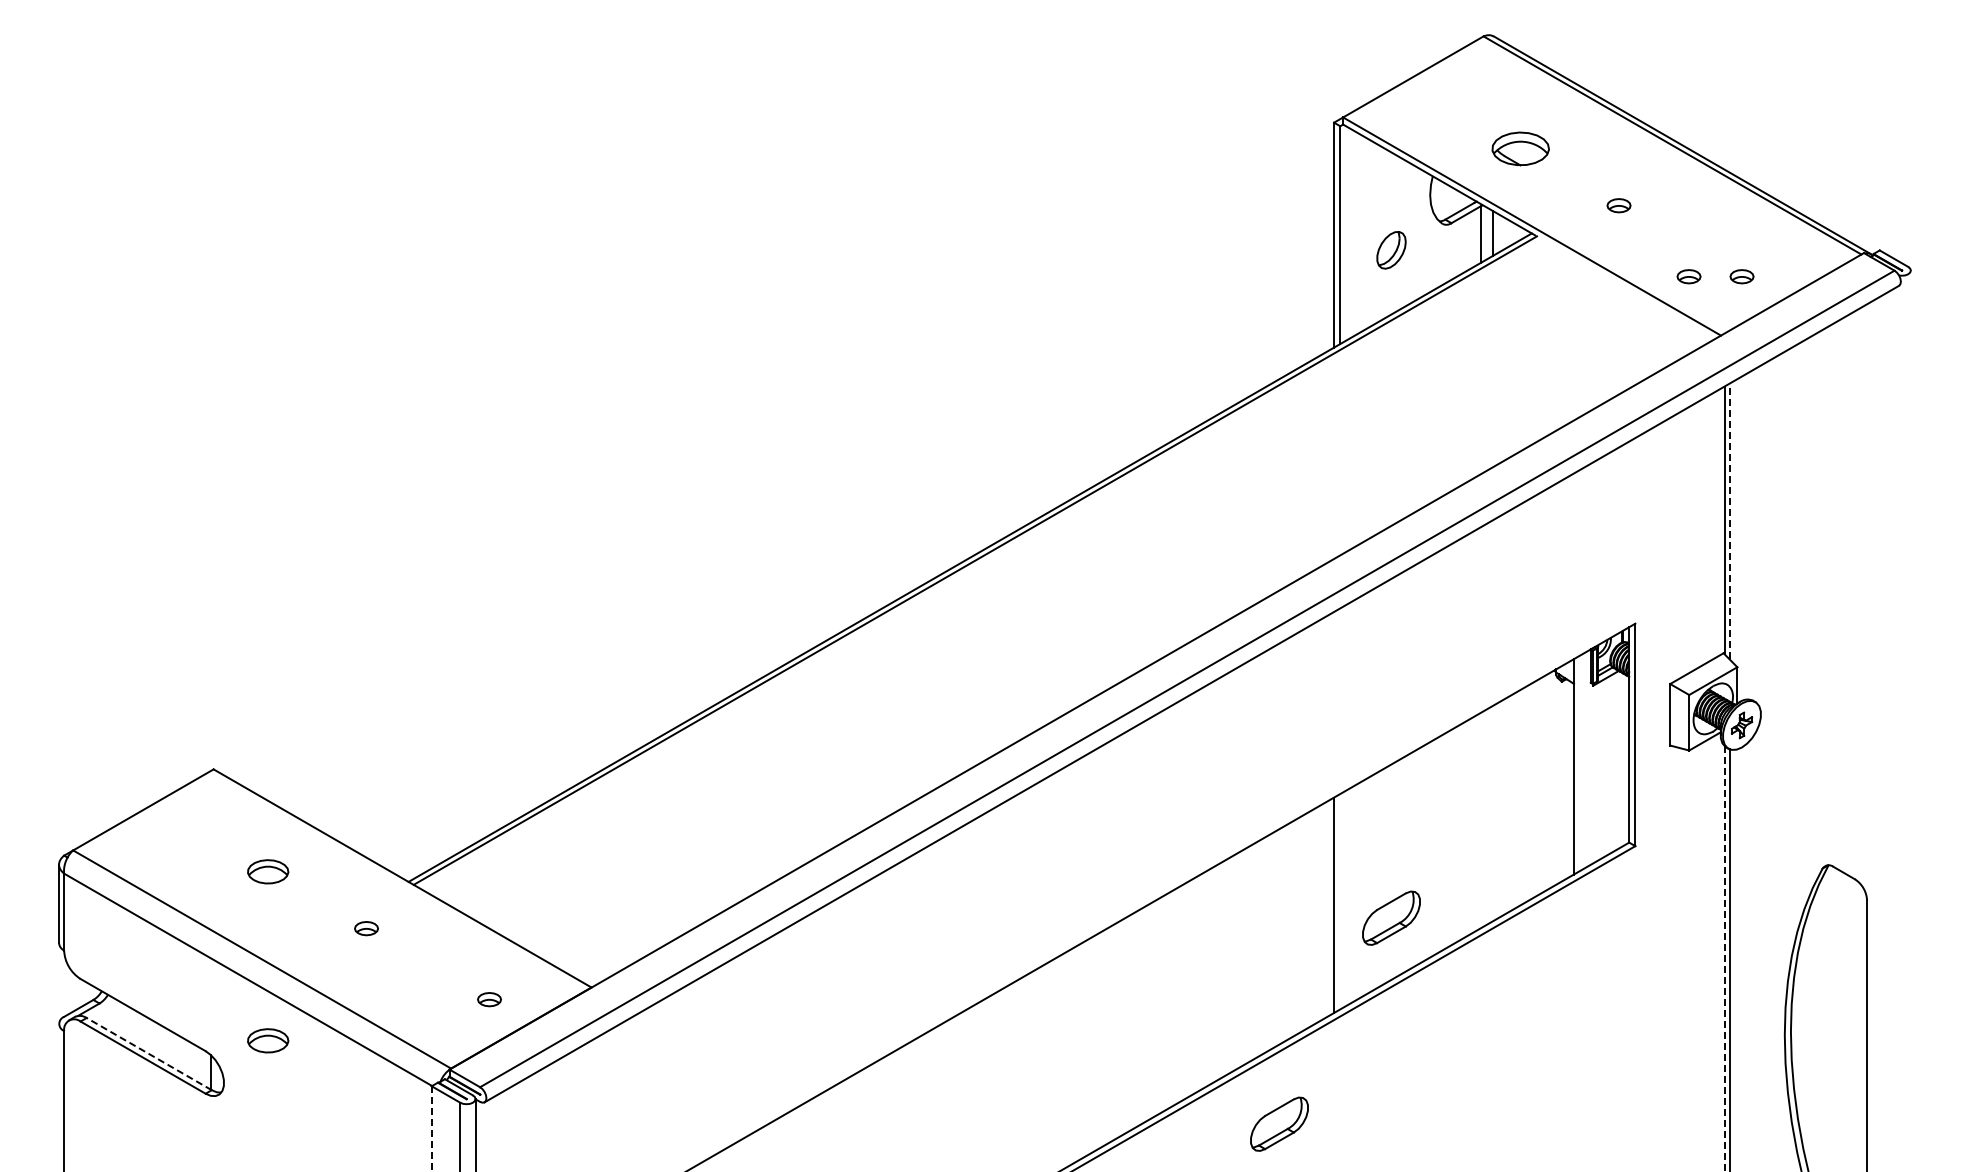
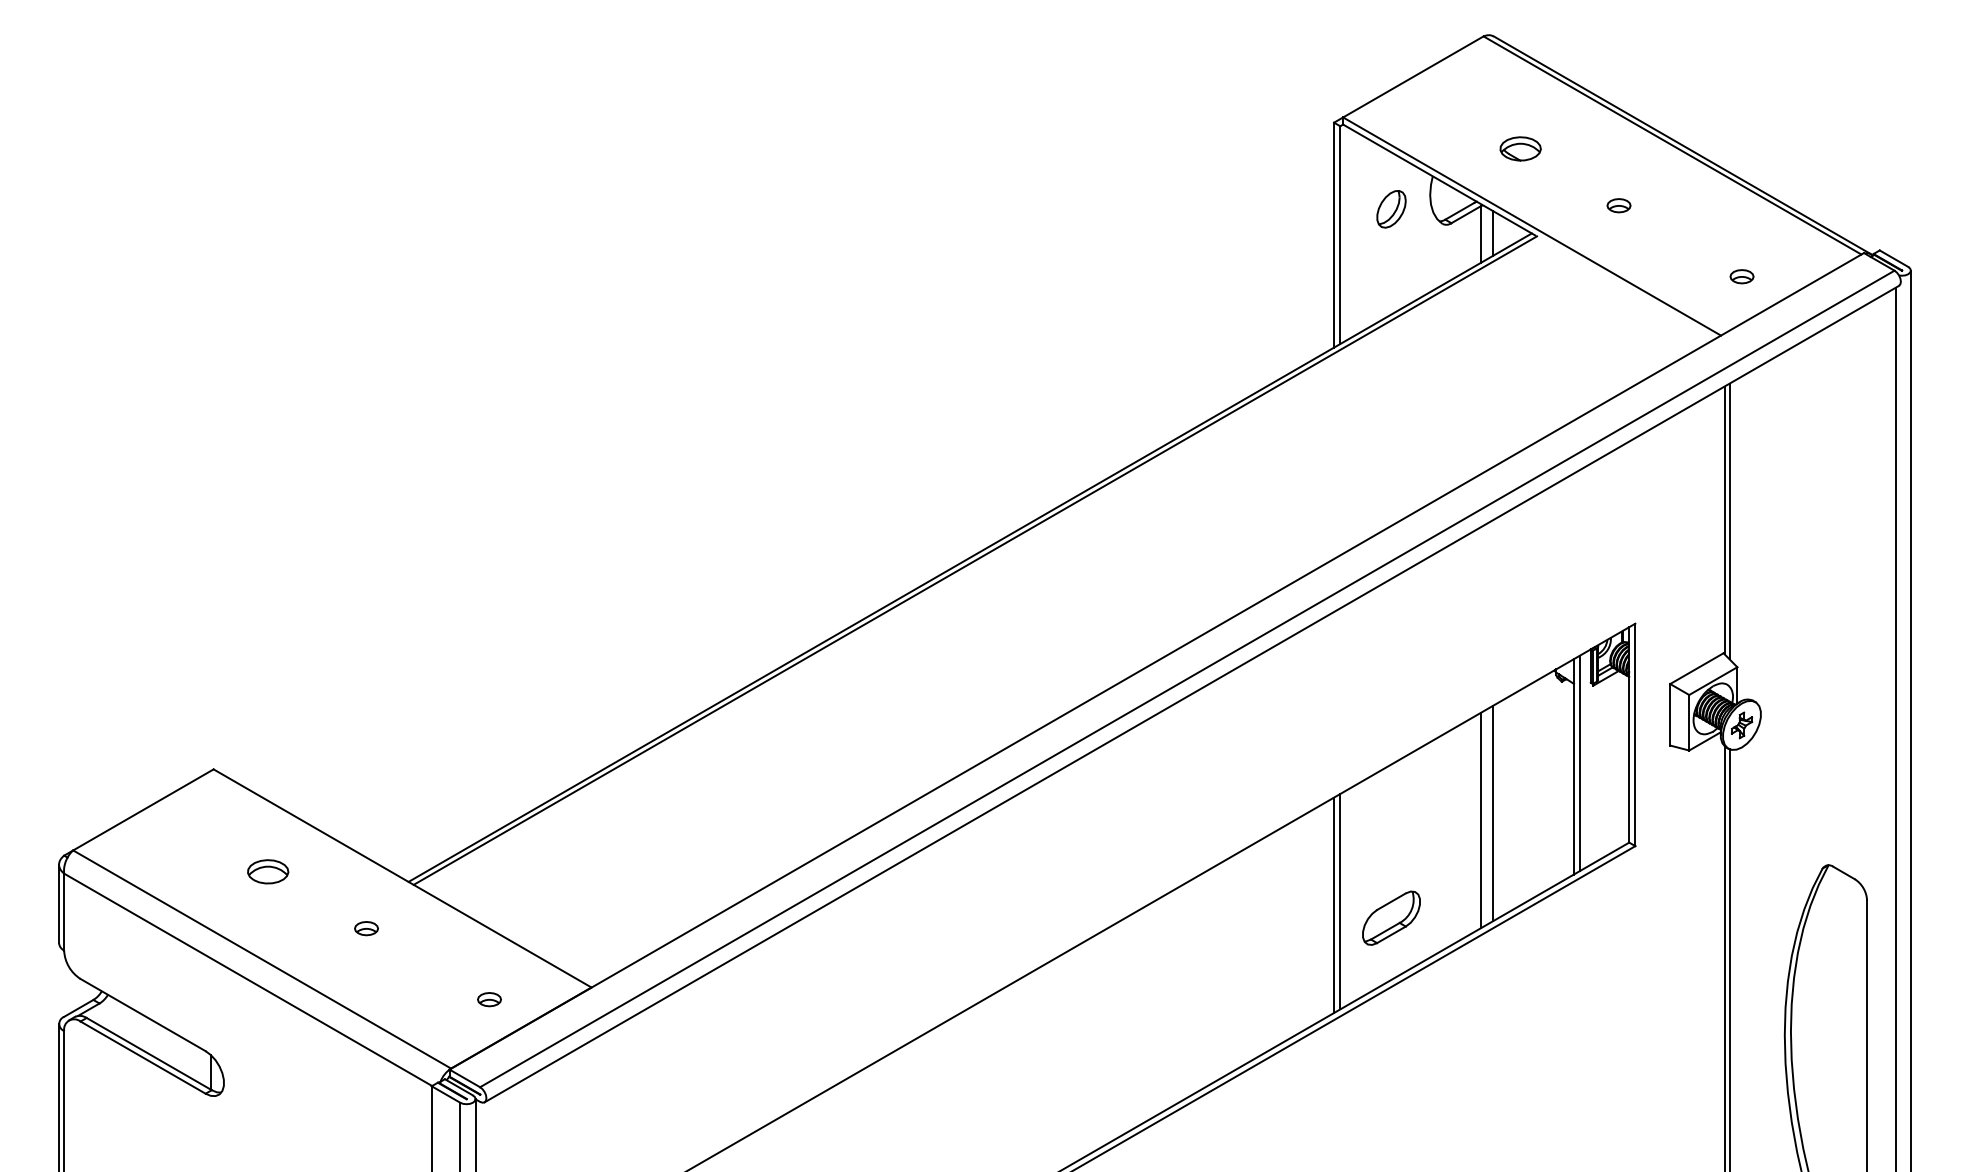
part at (1520, 148) size: 59x36 px -> 43x26 px
part at (1391, 250) position: (1391, 250) -> (1391, 209)
part at (1688, 276): present -> none
line at (1729, 521): dashed -> solid
line at (1910, 719): none -> present
line at (1895, 727): none -> present
line at (1580, 762): none -> present
line at (1492, 813): none -> present
line at (1480, 820): none -> present
line at (1340, 901): none -> present
line at (1724, 958): dashed -> solid
part at (268, 1040): present -> none
line at (148, 1053): dashed -> solid
line at (59, 1095): none -> present
part at (1279, 1123): present -> none
line at (431, 1129): dashed -> solid
